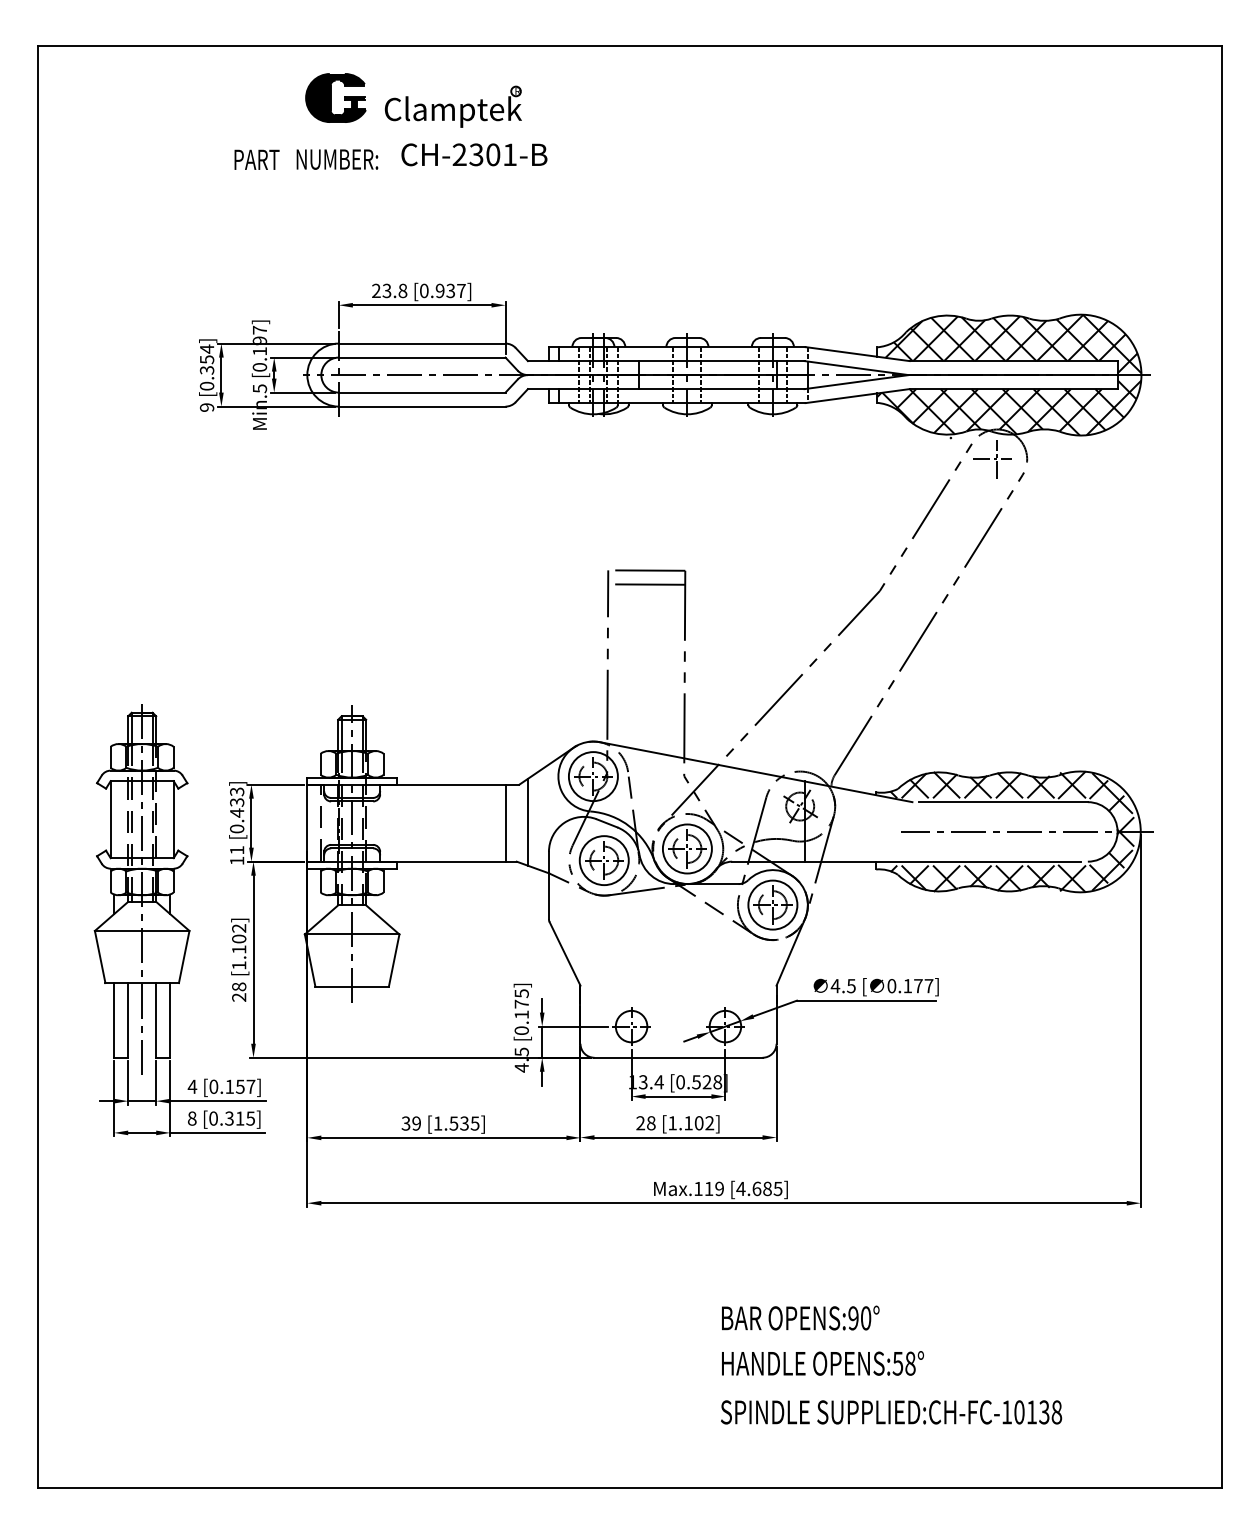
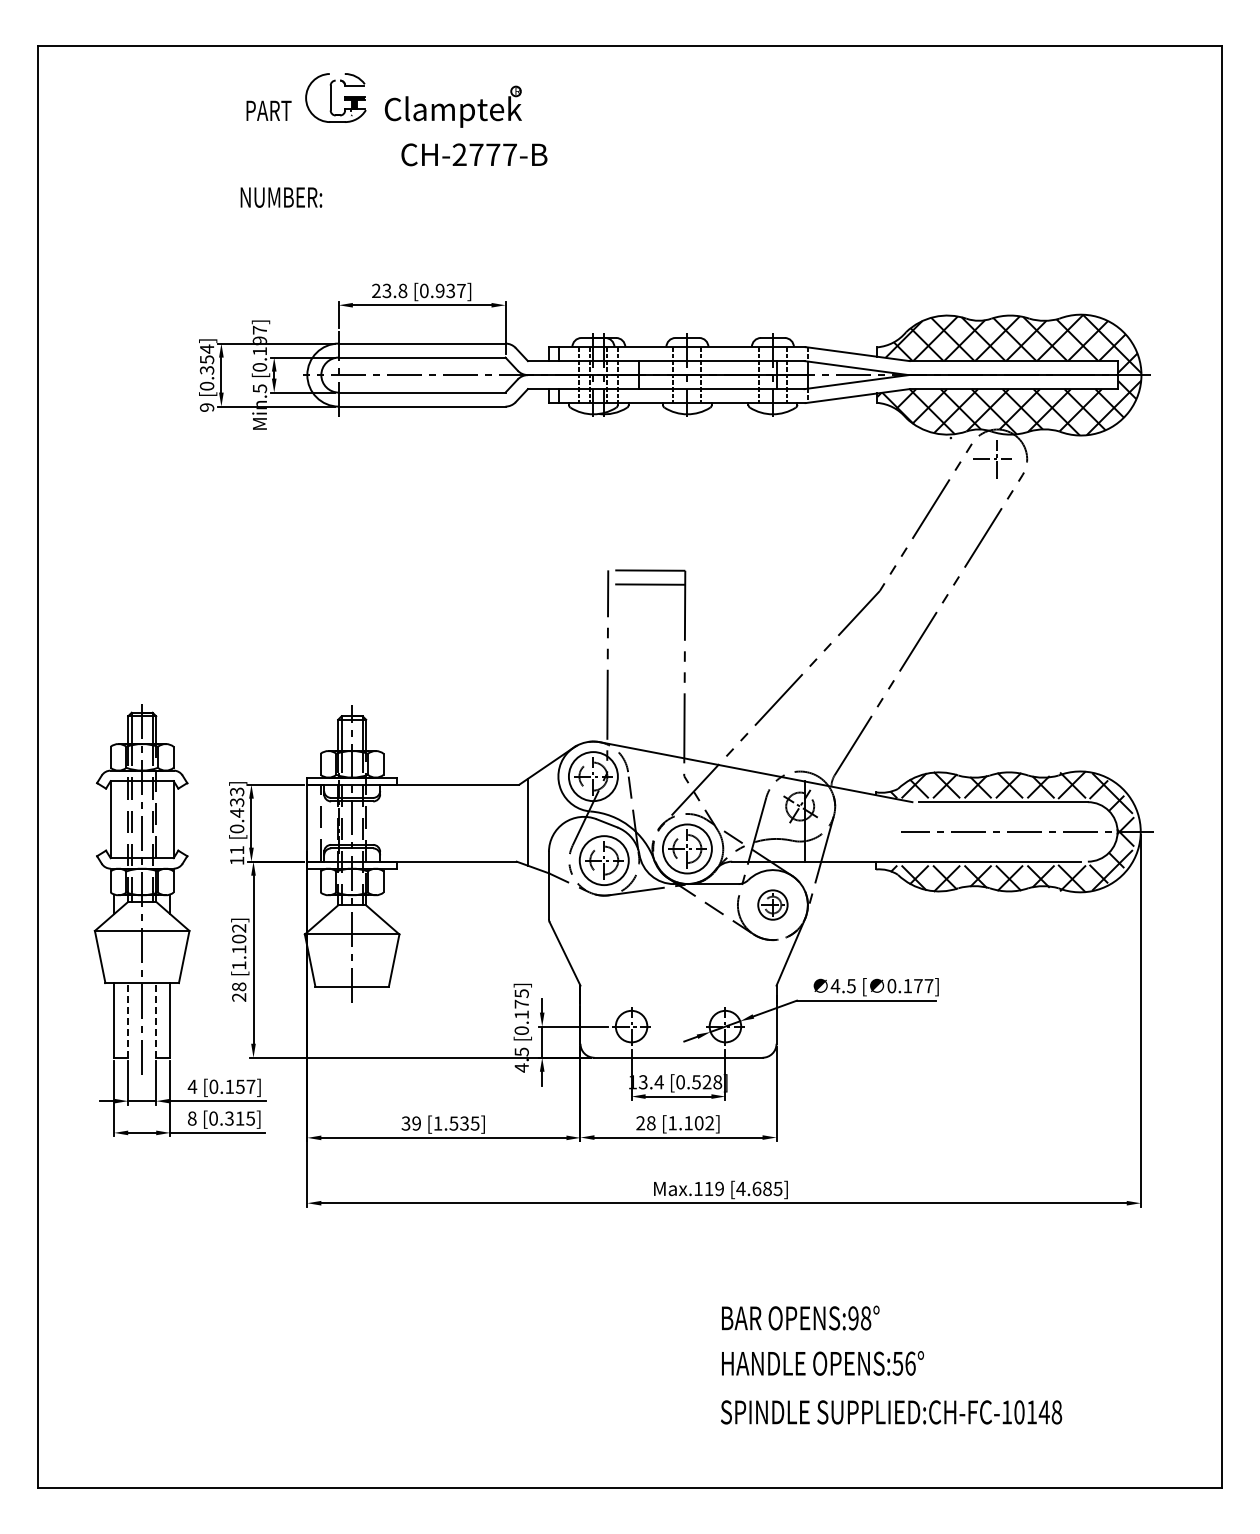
fill at (336, 98): present -> none
text at (492, 154): CH-2301-B -> CH-2777-B
text at (256, 159) position: (256, 159) -> (268, 110)
text at (337, 159) position: (337, 159) -> (281, 197)
line at (505, 822): present -> none
part at (772, 904) size: 52x52 px -> 32x32 px
line at (128, 1019): solid -> dashed
line at (156, 1019): solid -> dashed
text at (866, 1318): OPENS:90° -> OPENS:98°
text at (910, 1363): OPENS:58° -> OPENS:56°
text at (1043, 1412): SUPPLIED:CH-FC-10138 -> SUPPLIED:CH-FC-10148
